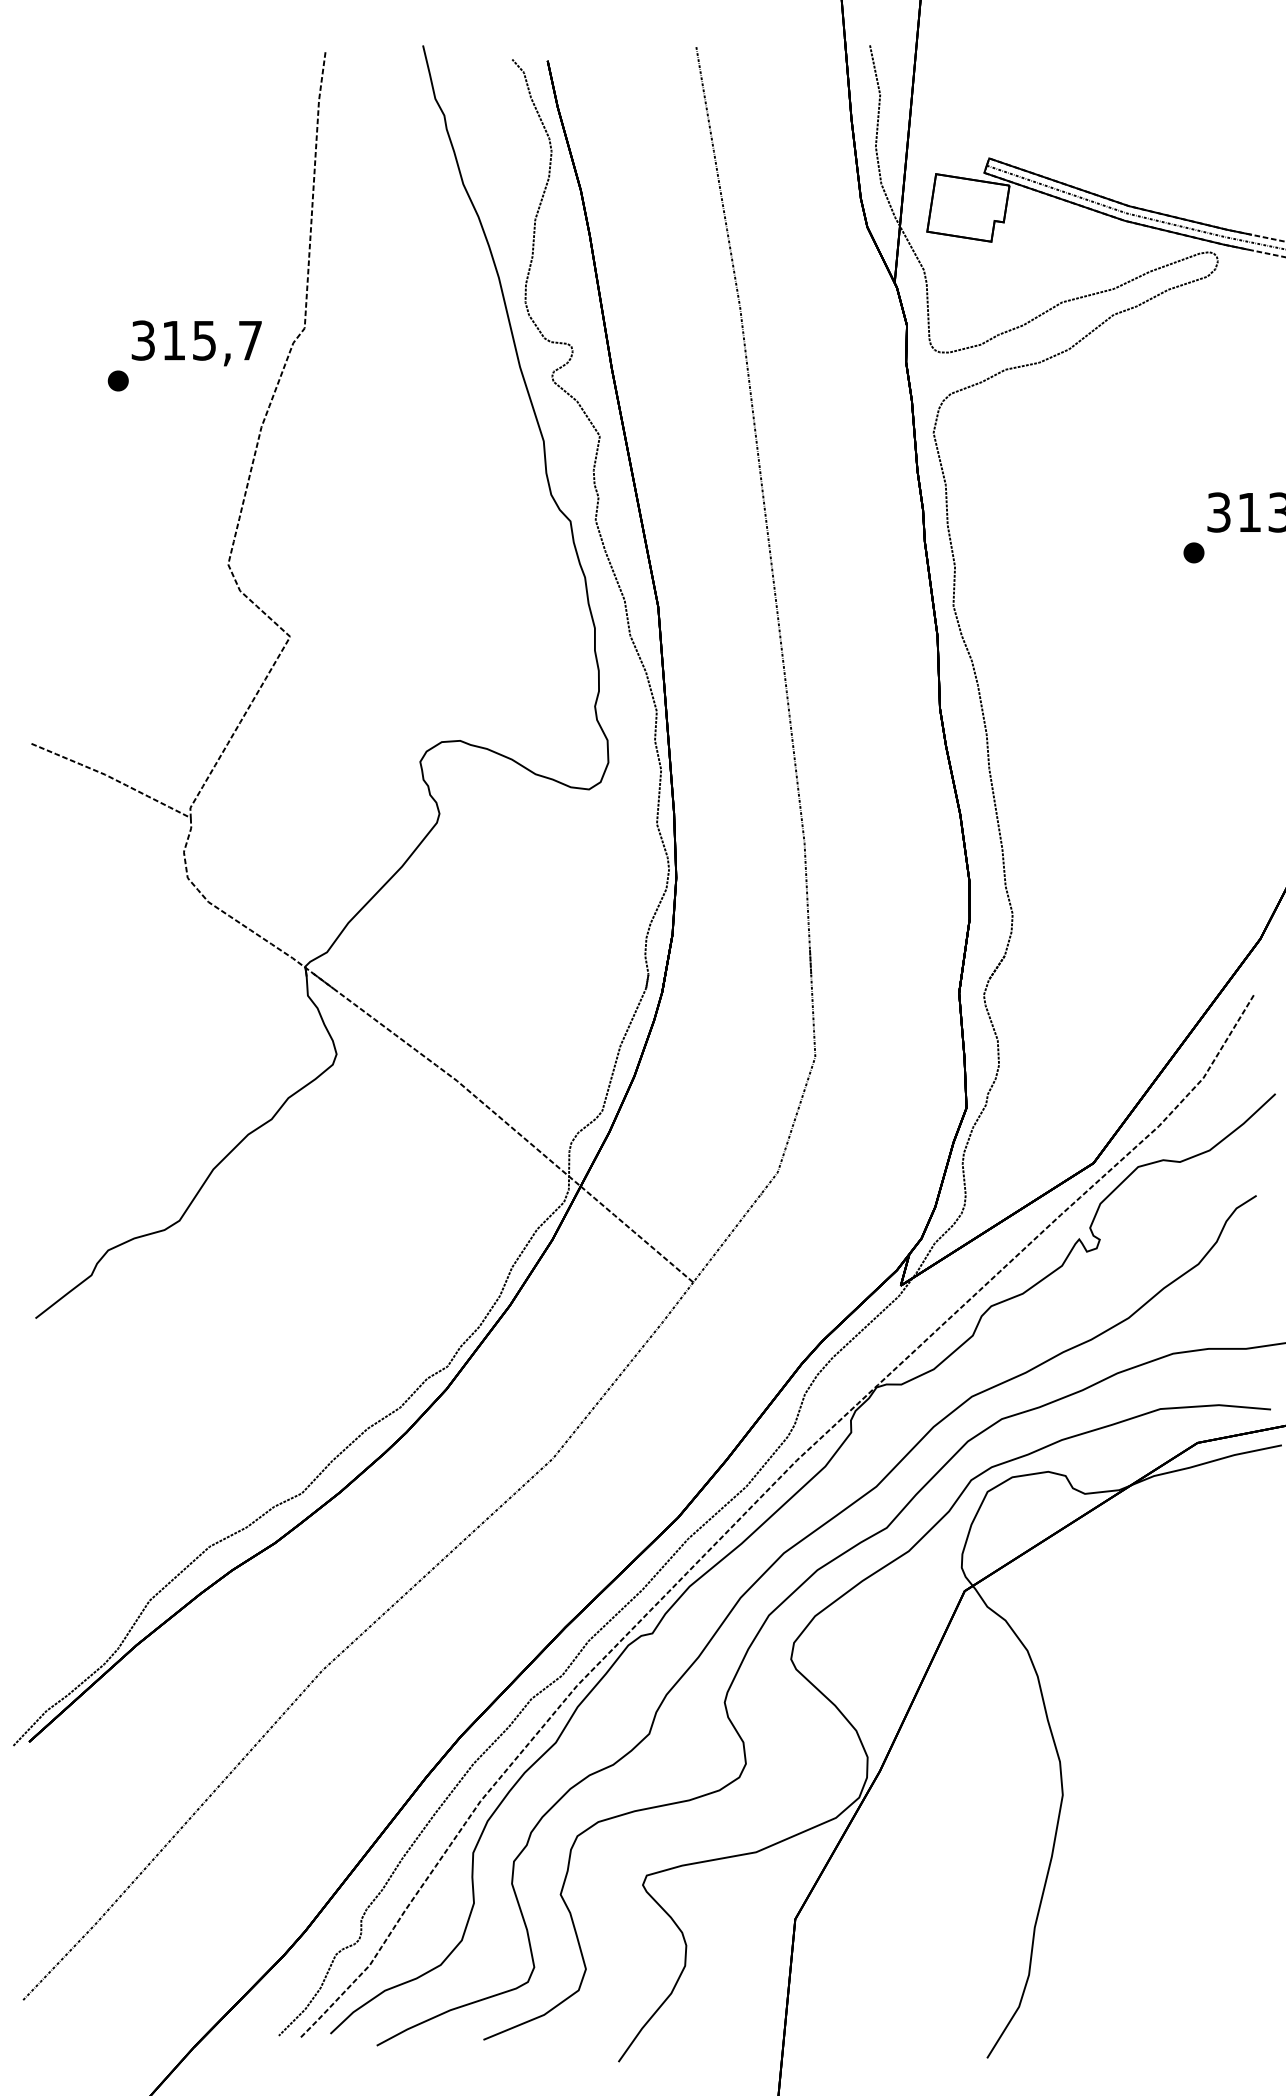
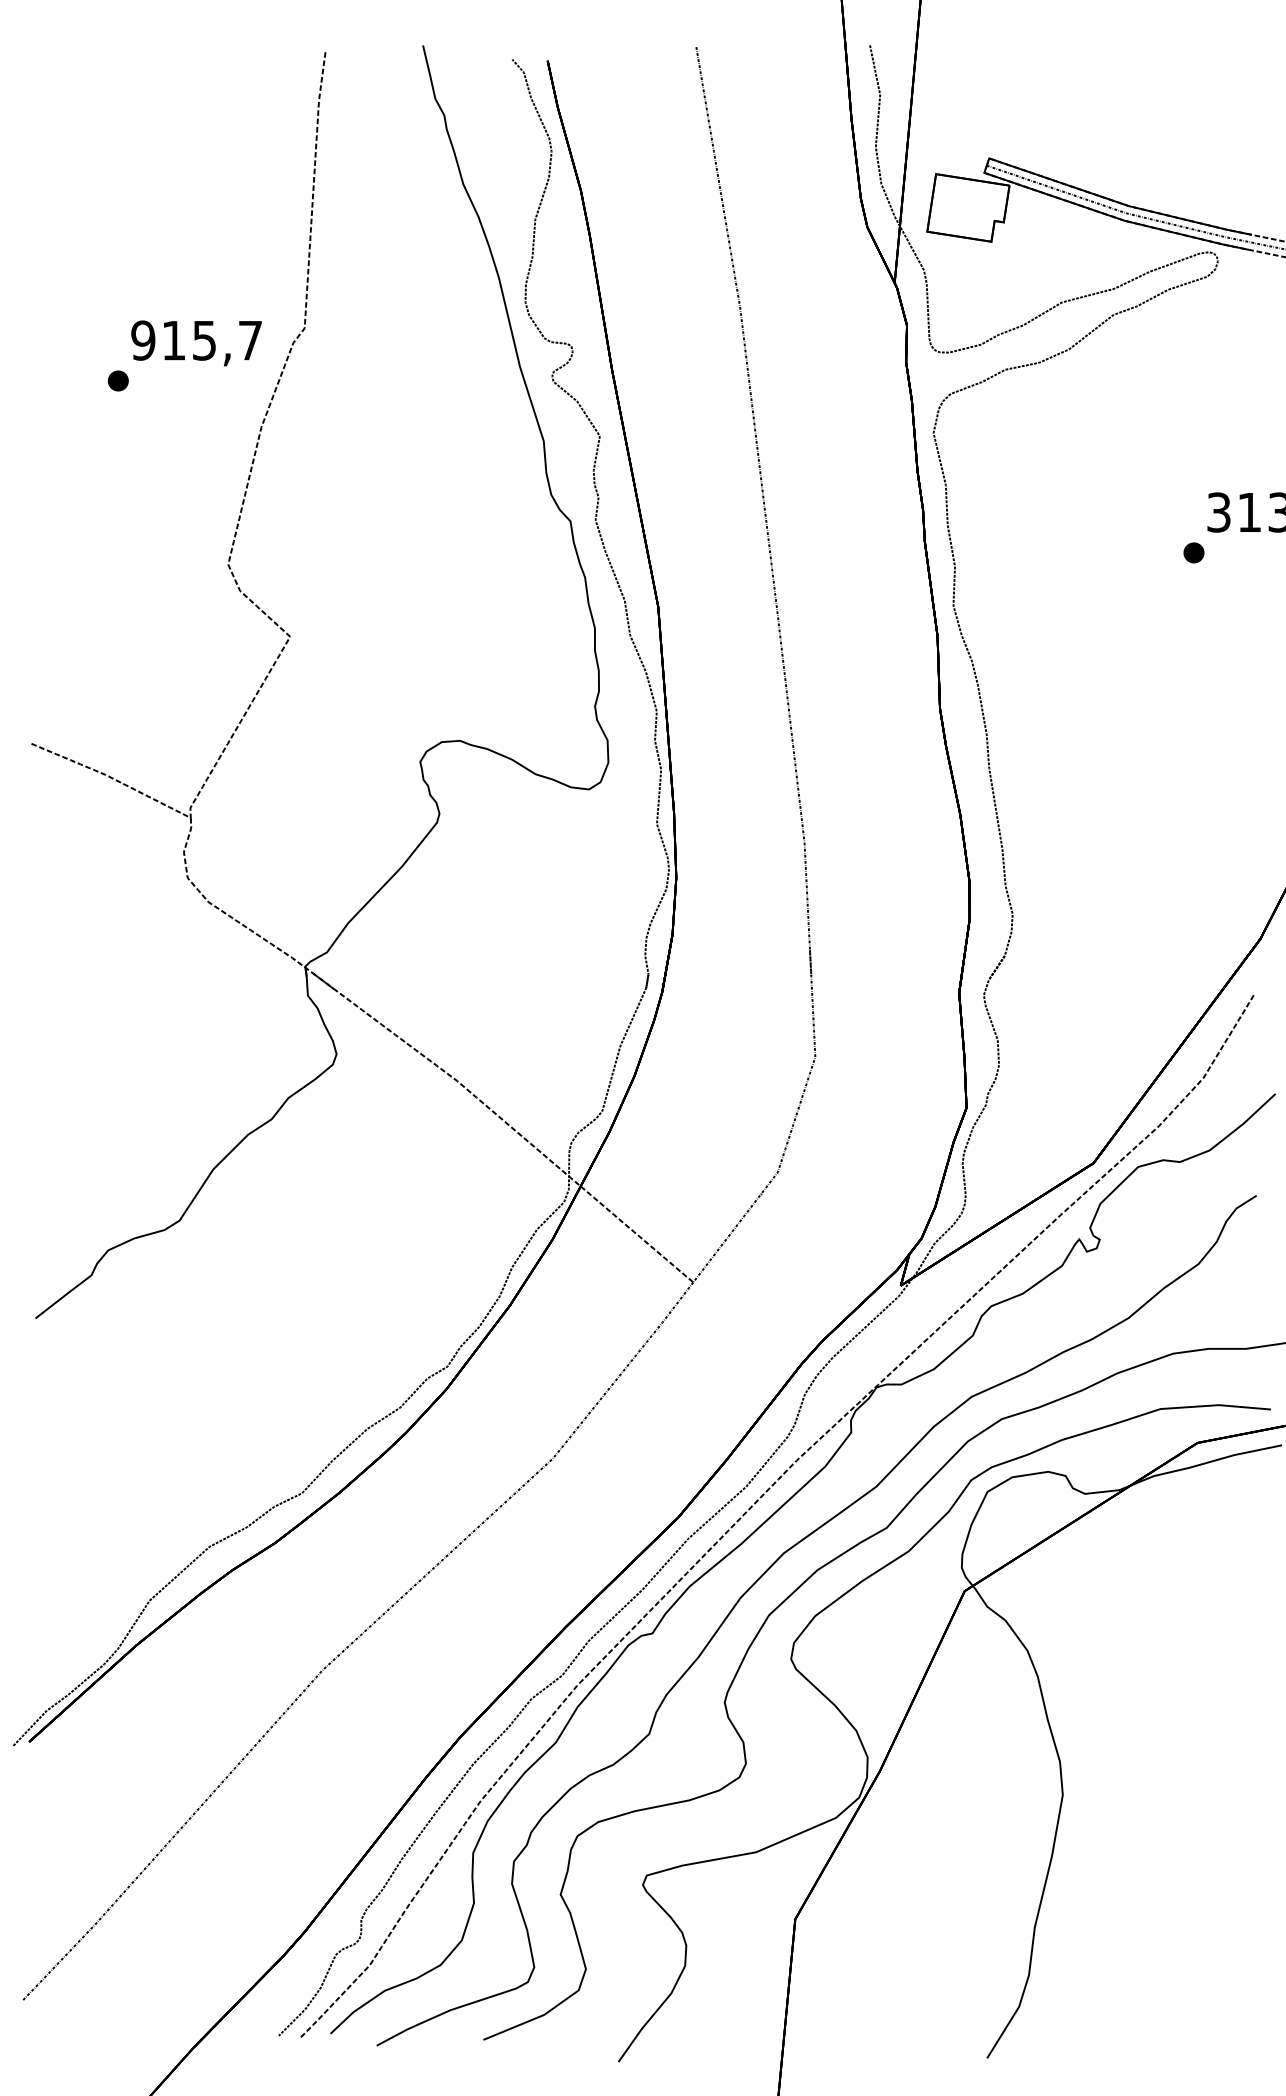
text at (143, 340): 315,7 -> 915,7
